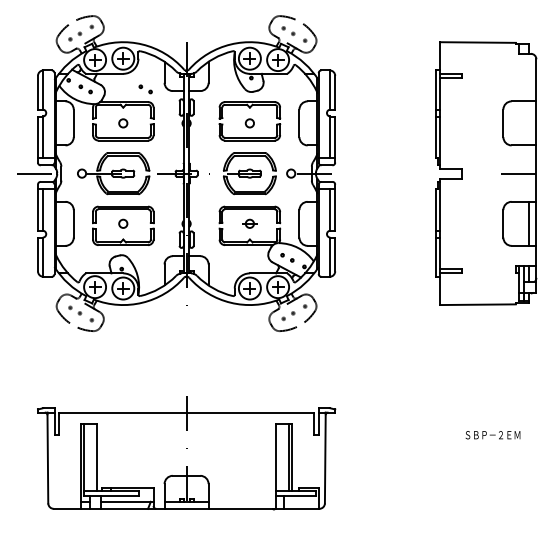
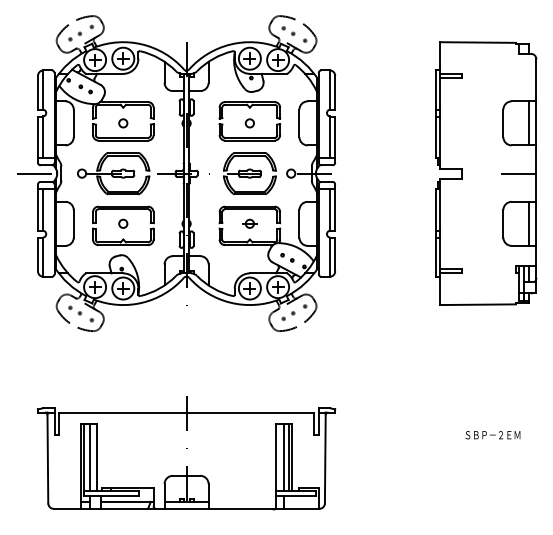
part at (145, 89): present -> none
line at (529, 123): none -> present
line at (89, 456): none -> present
line at (283, 456): none -> present
